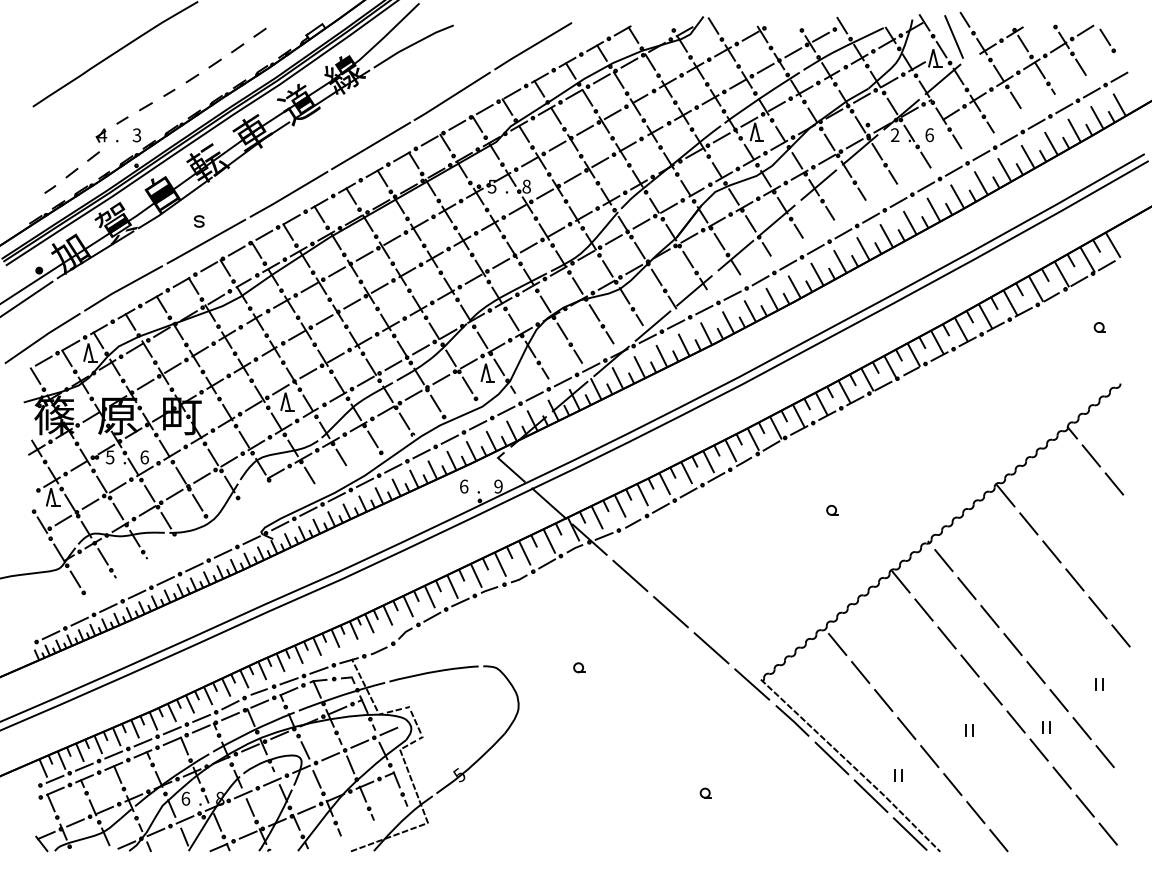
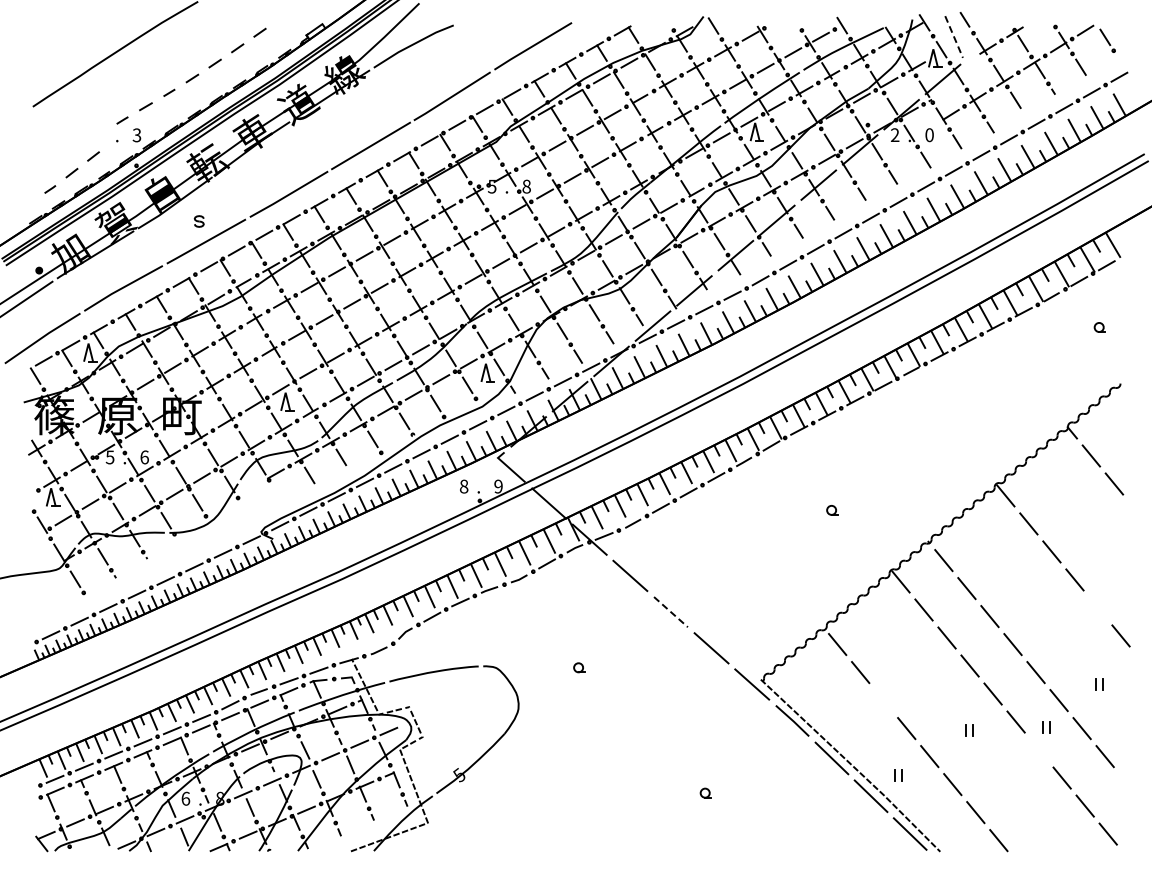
line at (954, 37): solid -> dashed
text at (929, 134): 6 -> 0
part at (101, 135): present -> none
text at (464, 486): 6 -> 8
line at (1097, 607): present -> none
line at (670, 612): solid -> dashed
line at (883, 700): present -> none
line at (1038, 749): present -> none
